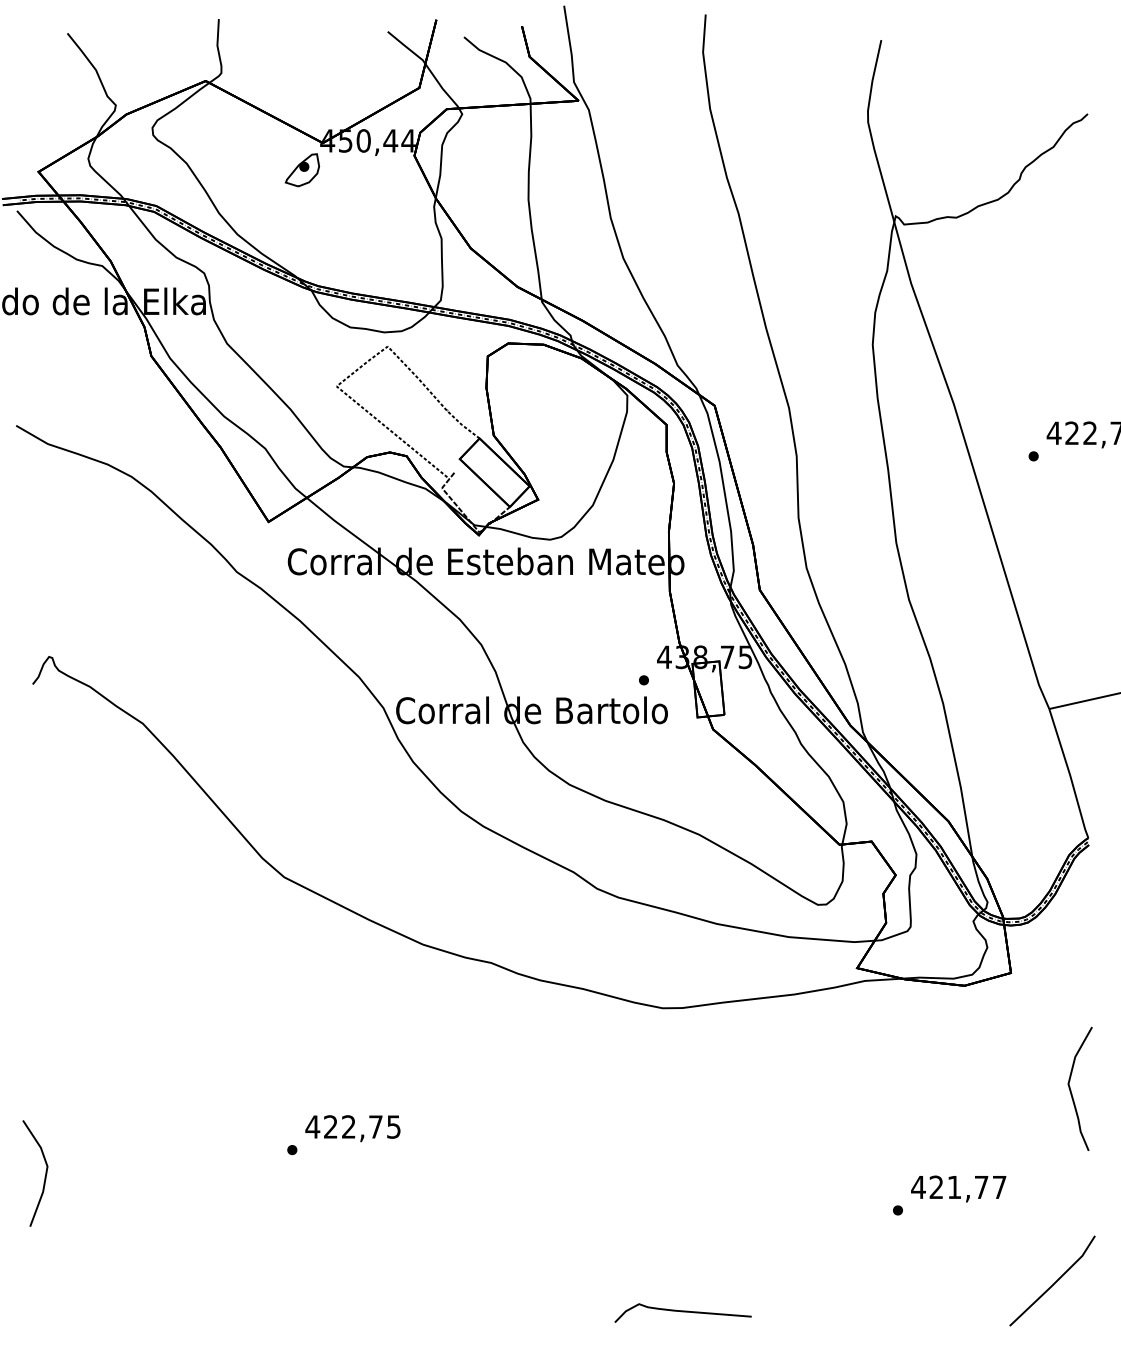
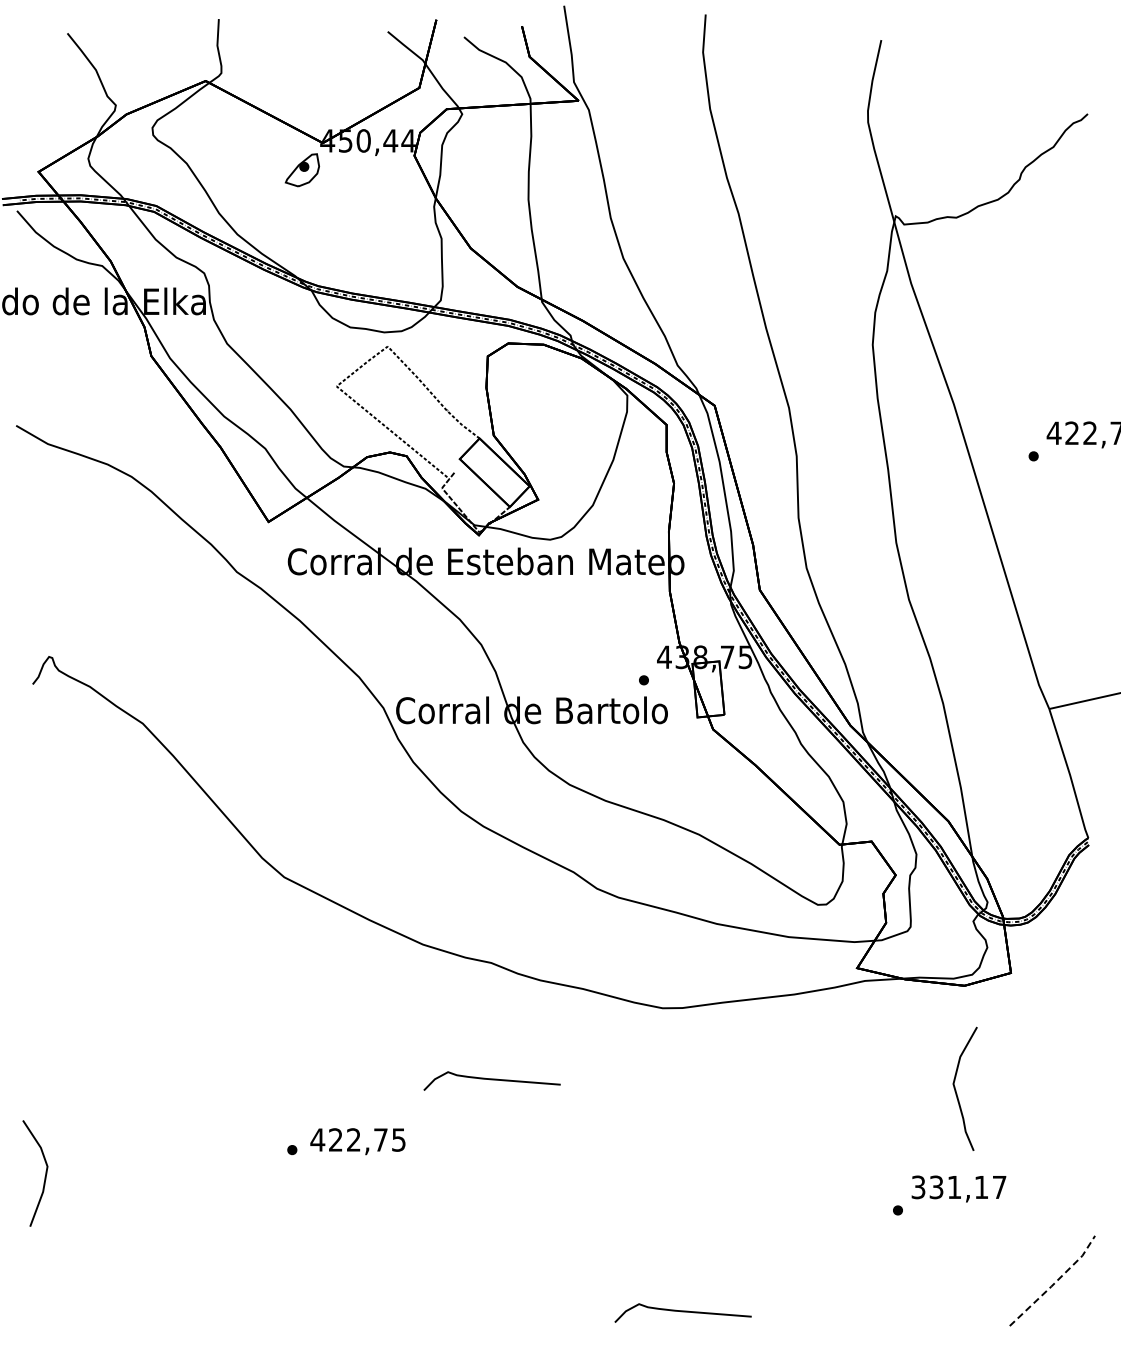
curve at (491, 1080): none -> present
curve at (1071, 1090) position: (1071, 1090) -> (956, 1090)
text at (352, 1128) position: (352, 1128) -> (357, 1141)
text at (949, 1187): 421,77 -> 331,17
line at (1054, 1283): solid -> dashed
